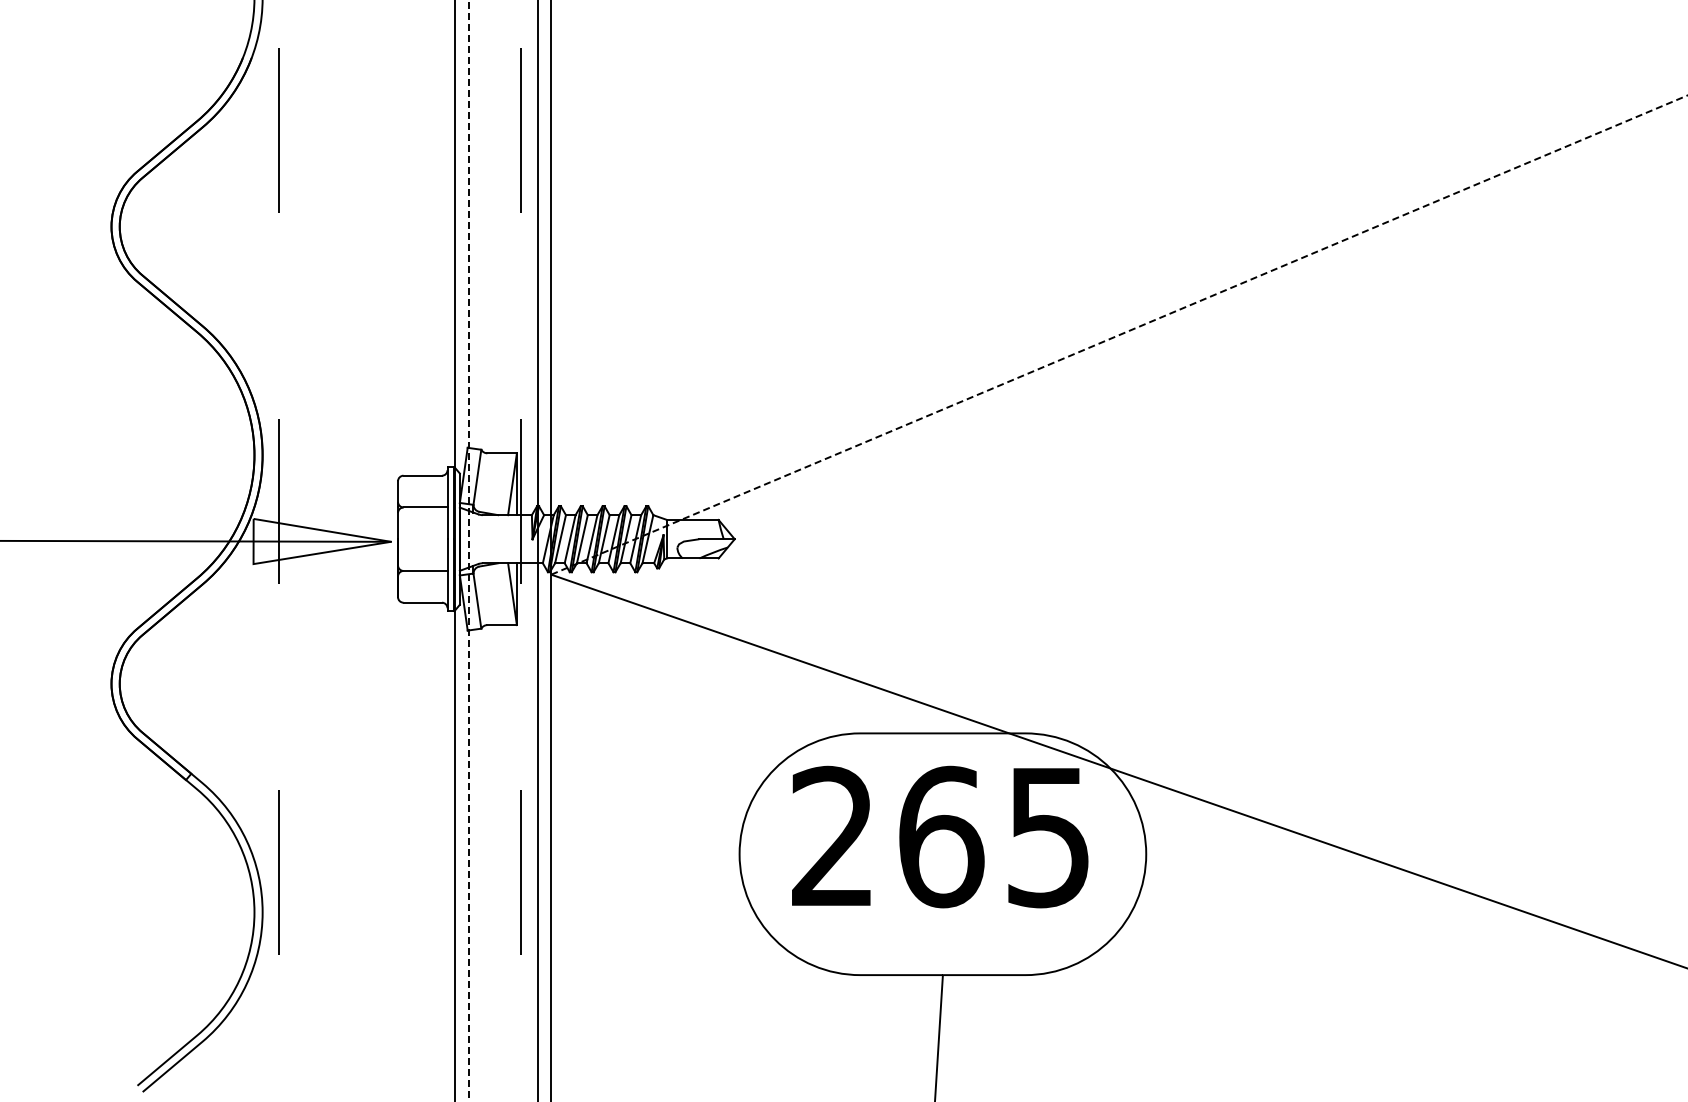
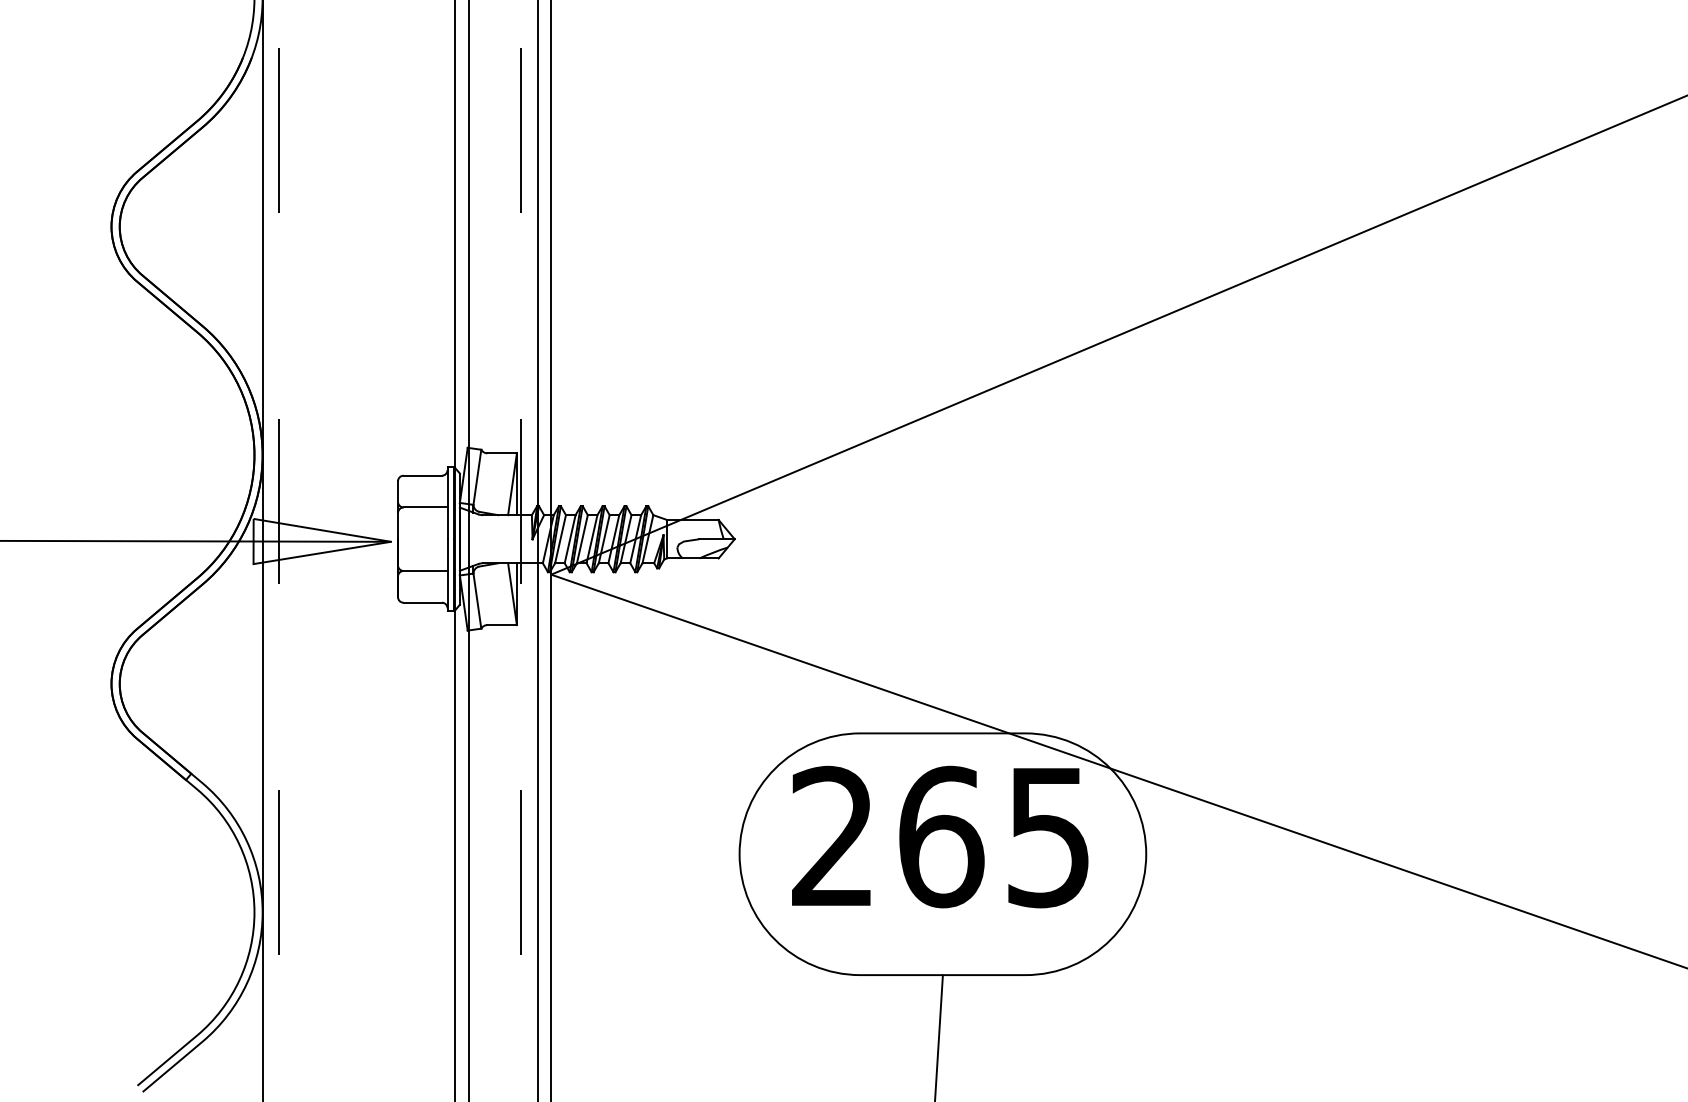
line at (1119, 334): dashed -> solid
line at (262, 550): none -> present
line at (468, 551): dashed -> solid
